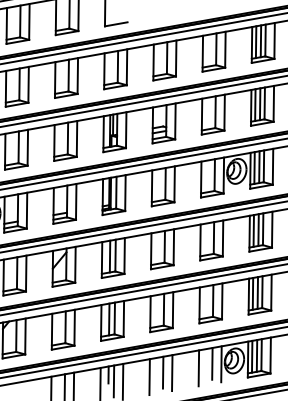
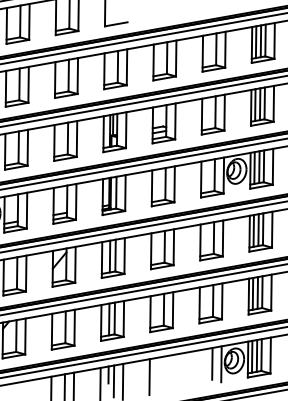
line at (198, 368): present -> none
line at (162, 372): present -> none
line at (172, 373): present -> none
